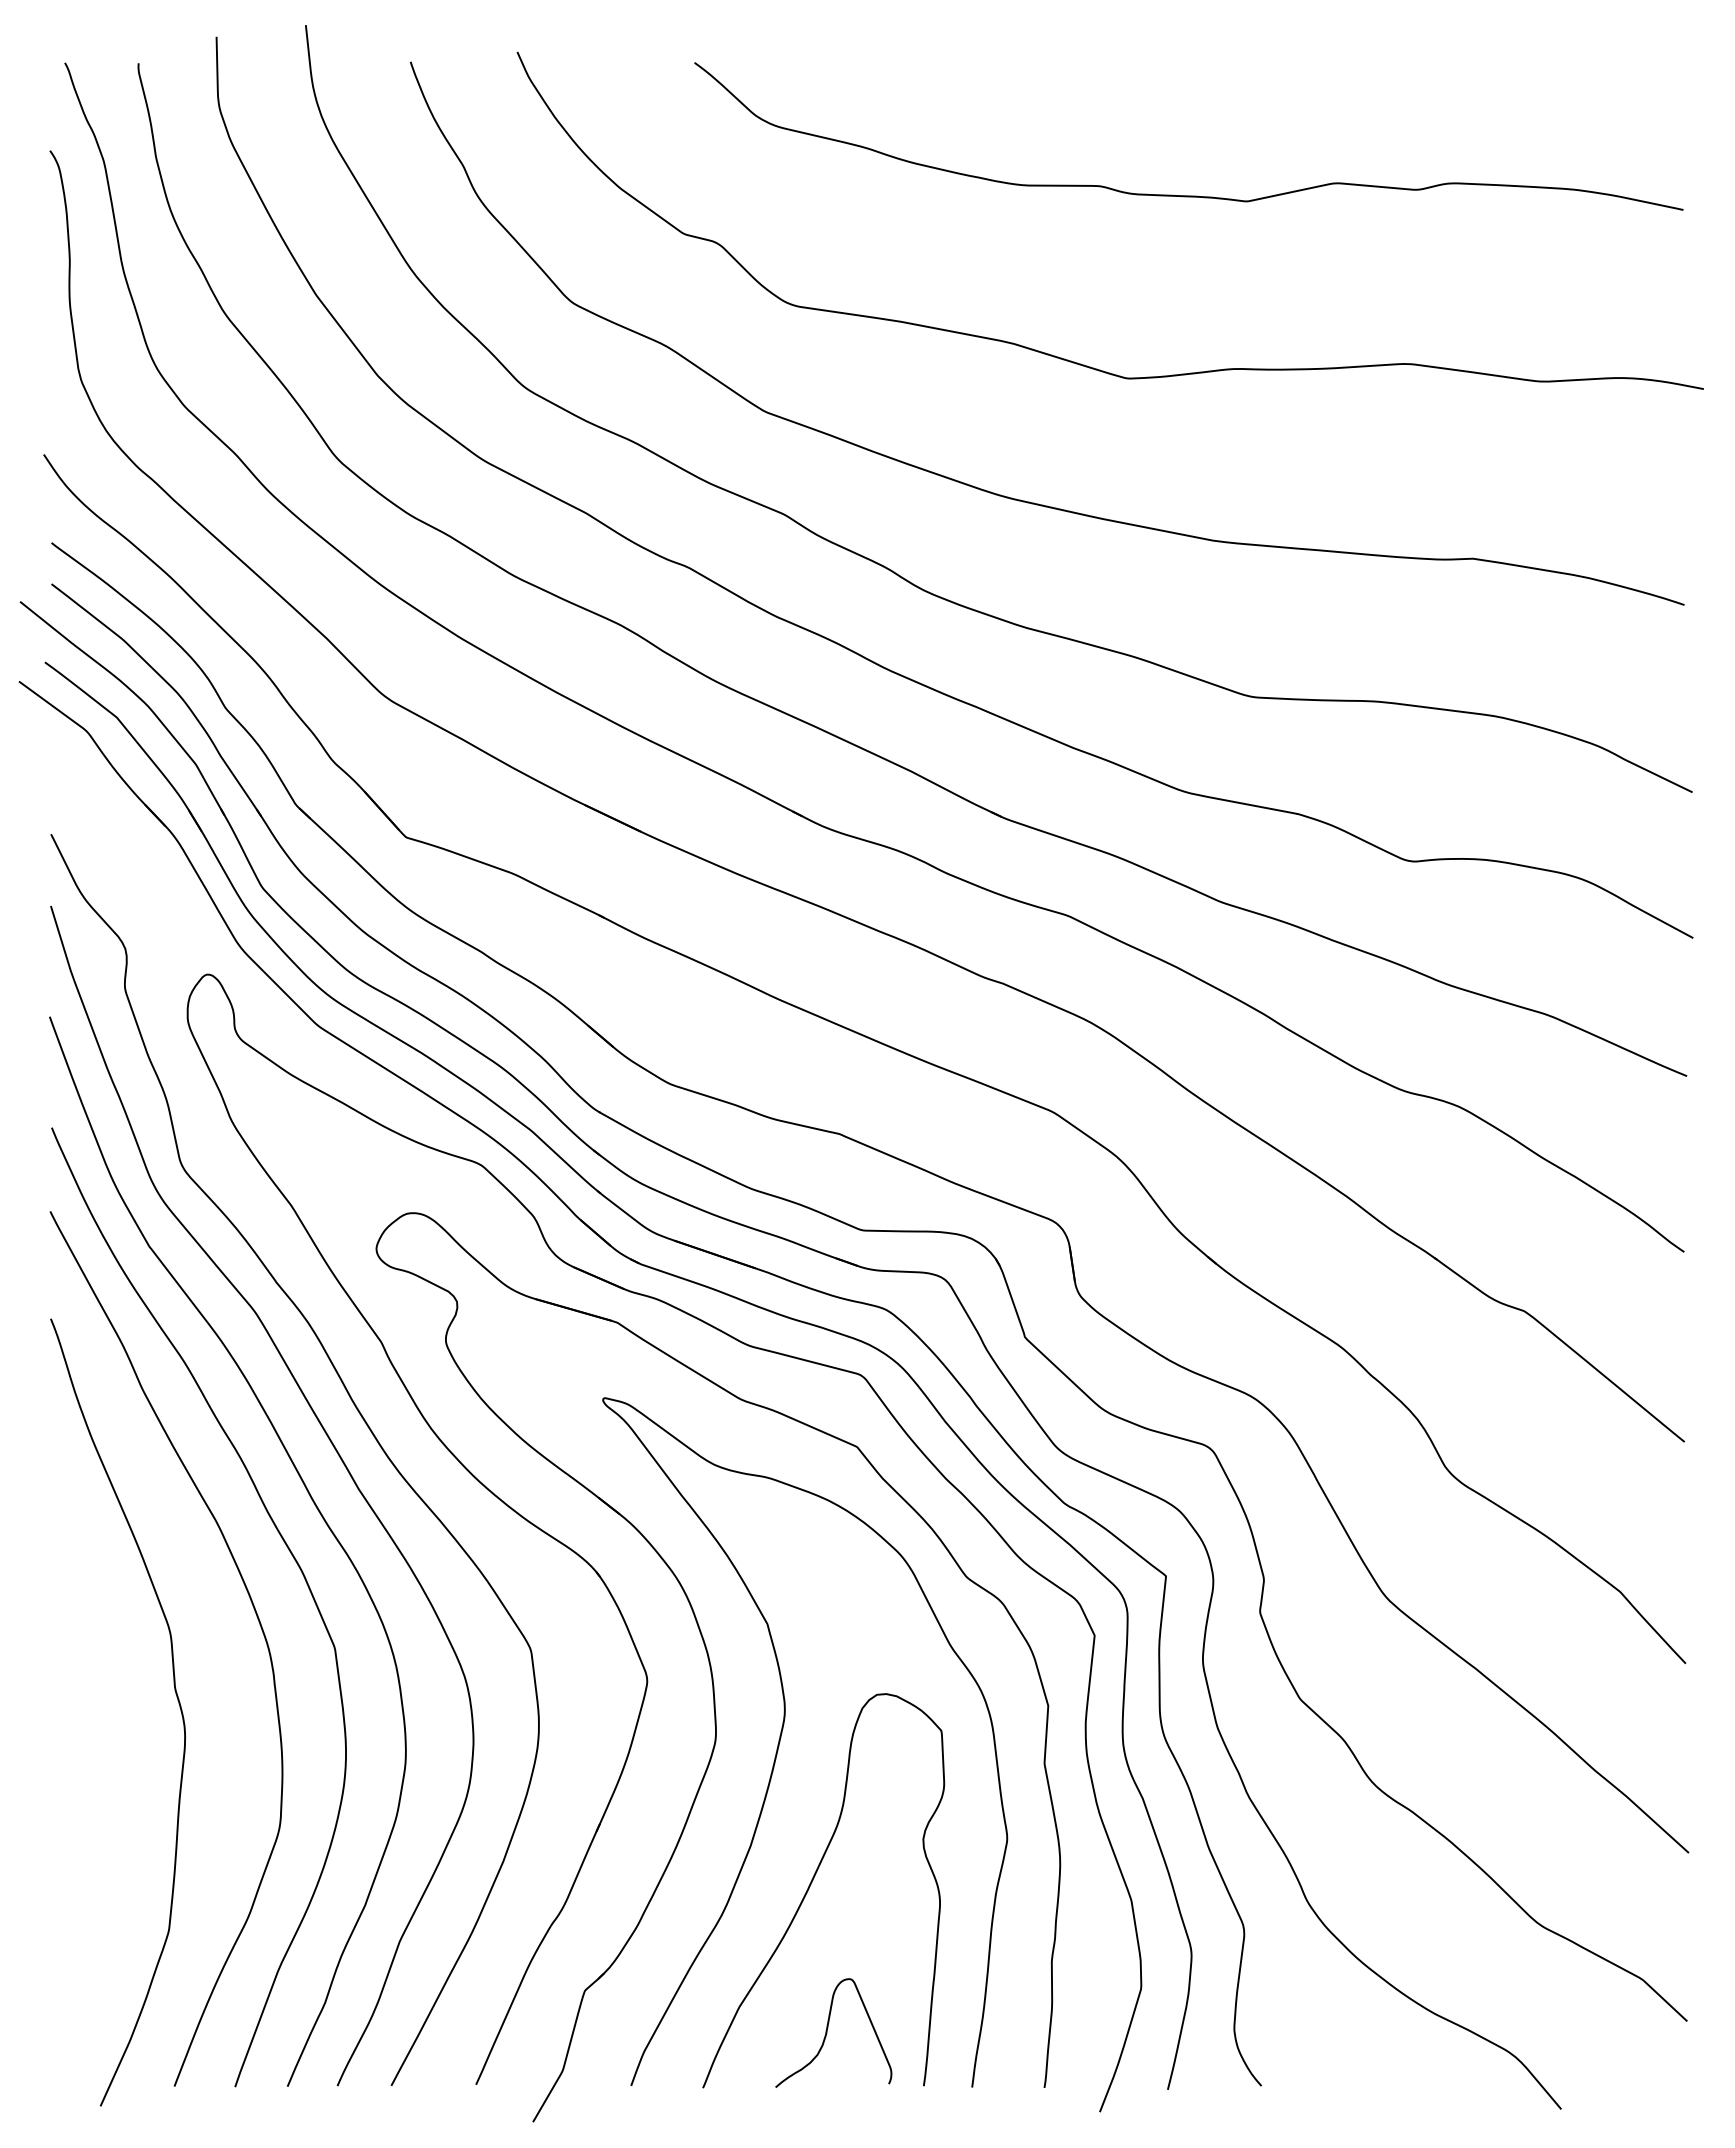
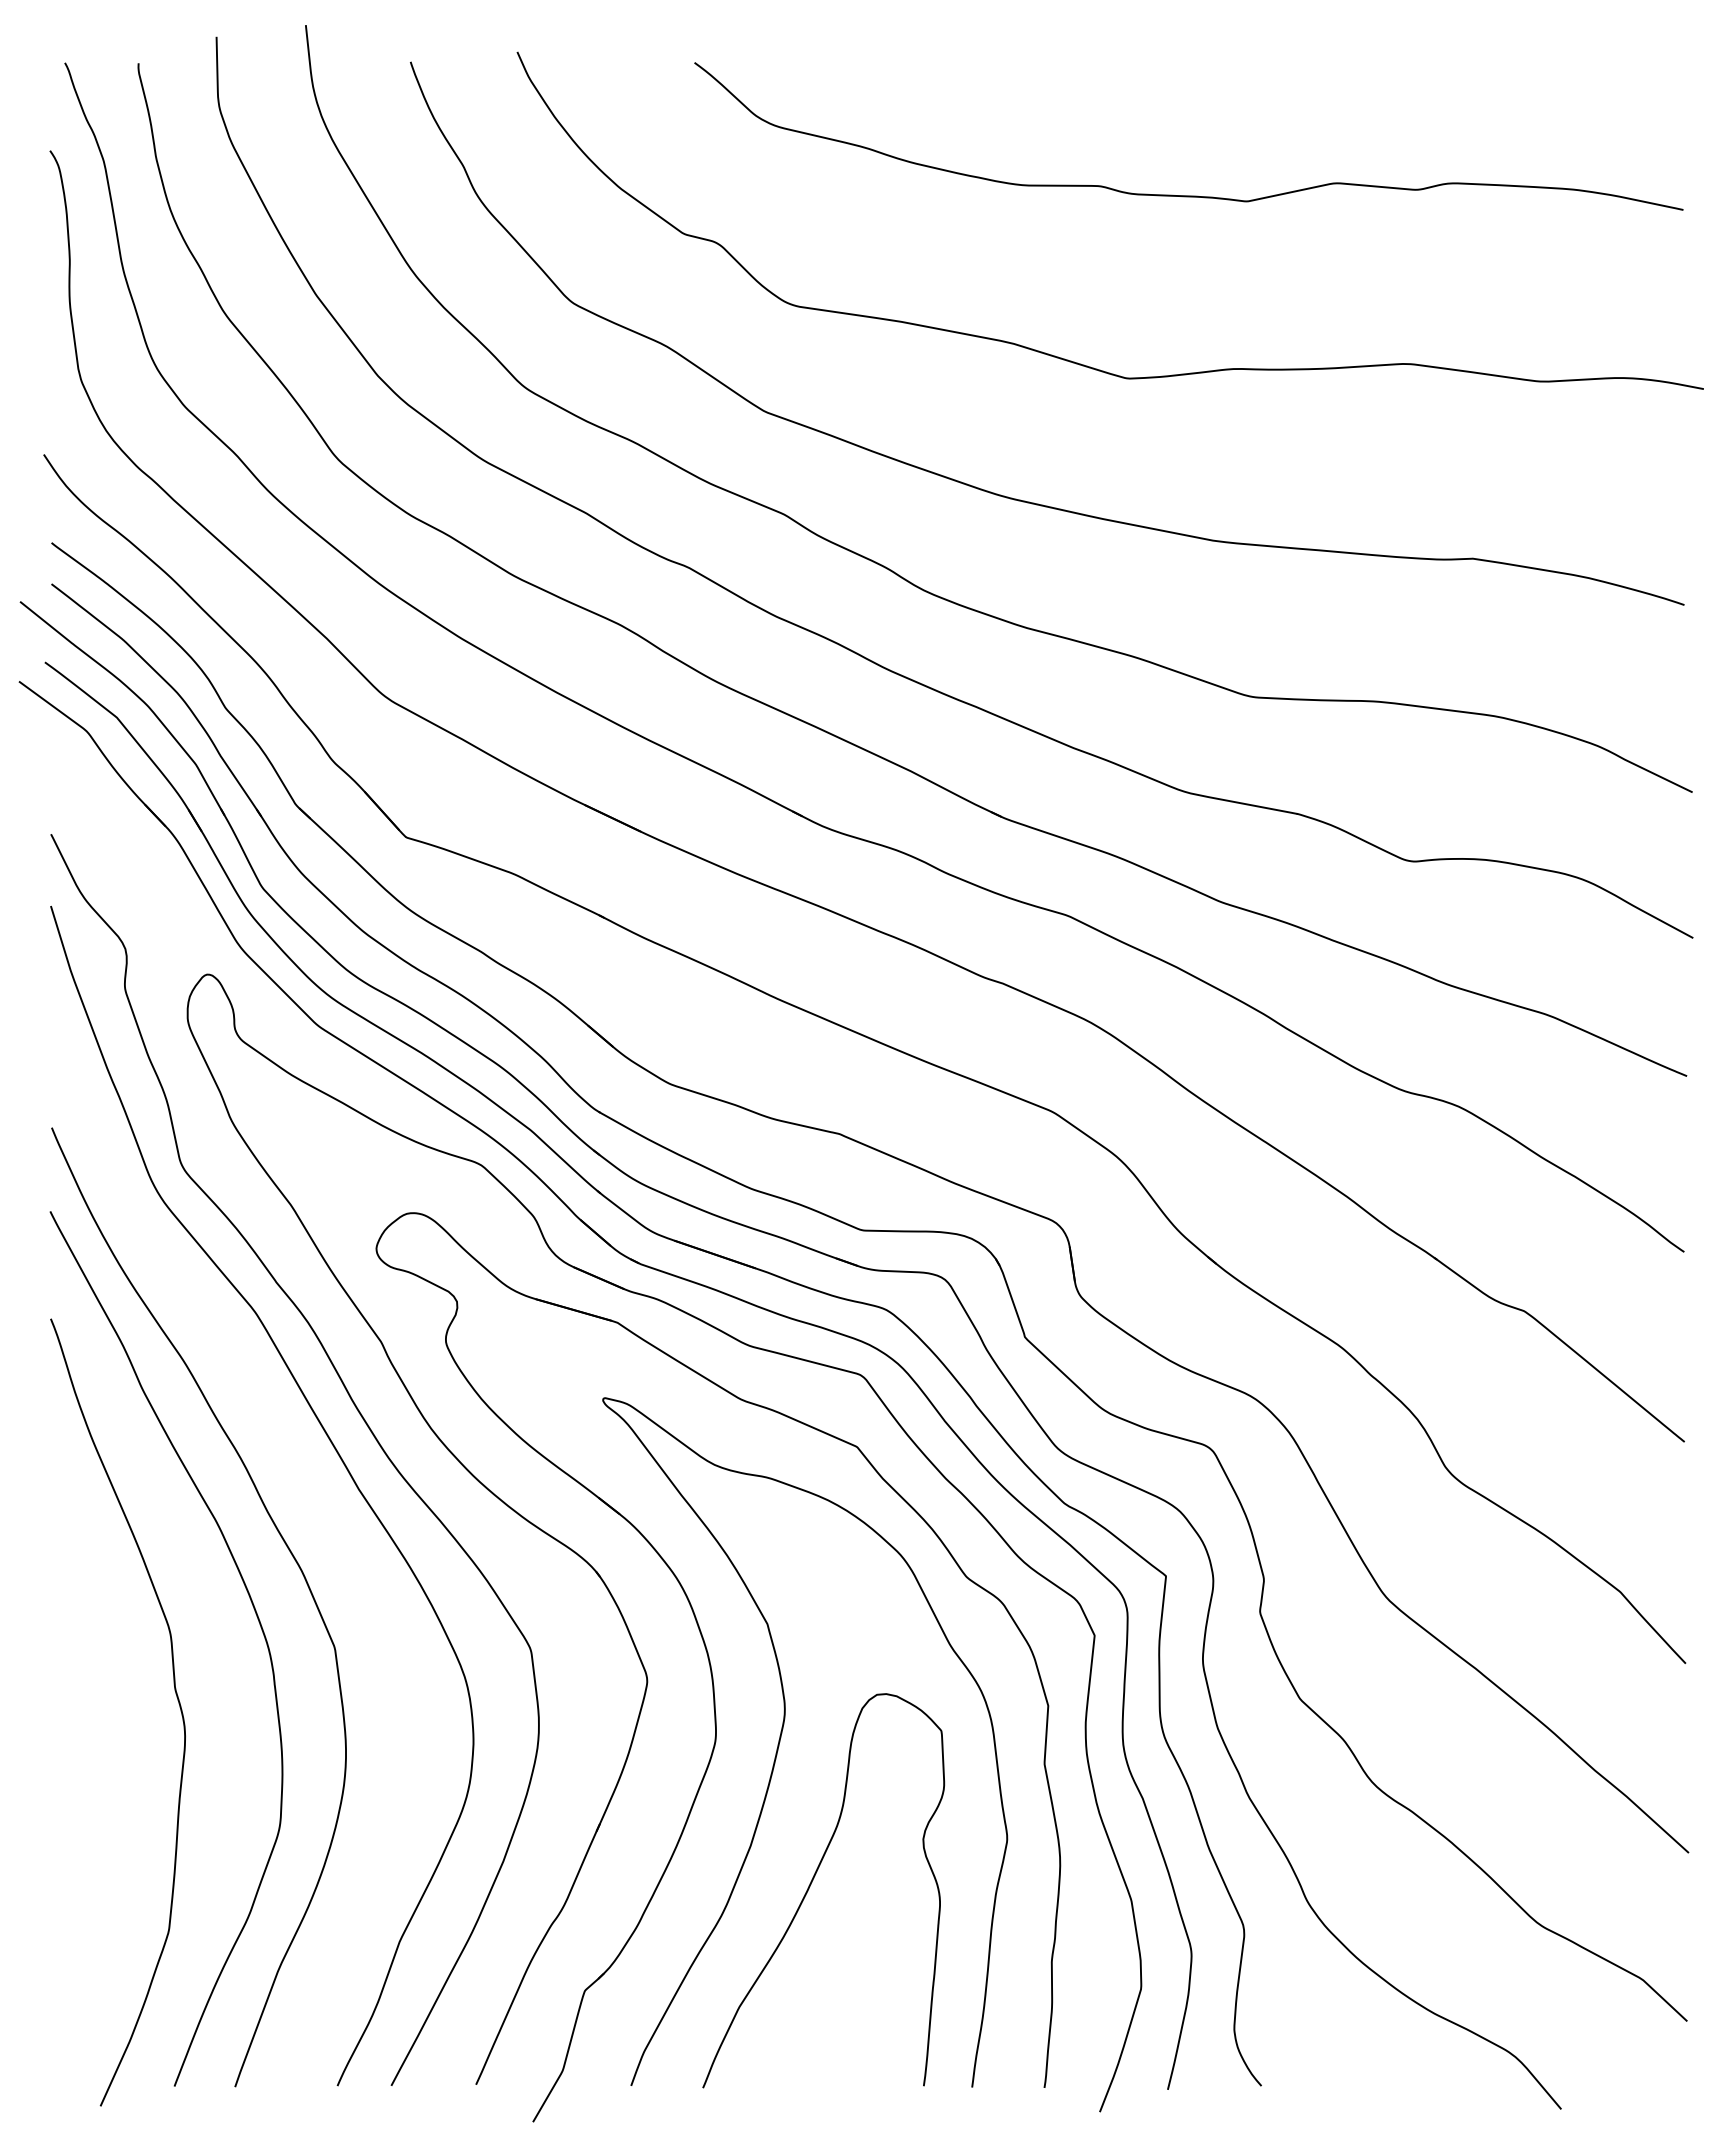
curve at (314, 1505): present -> none
curve at (827, 2032): present -> none
